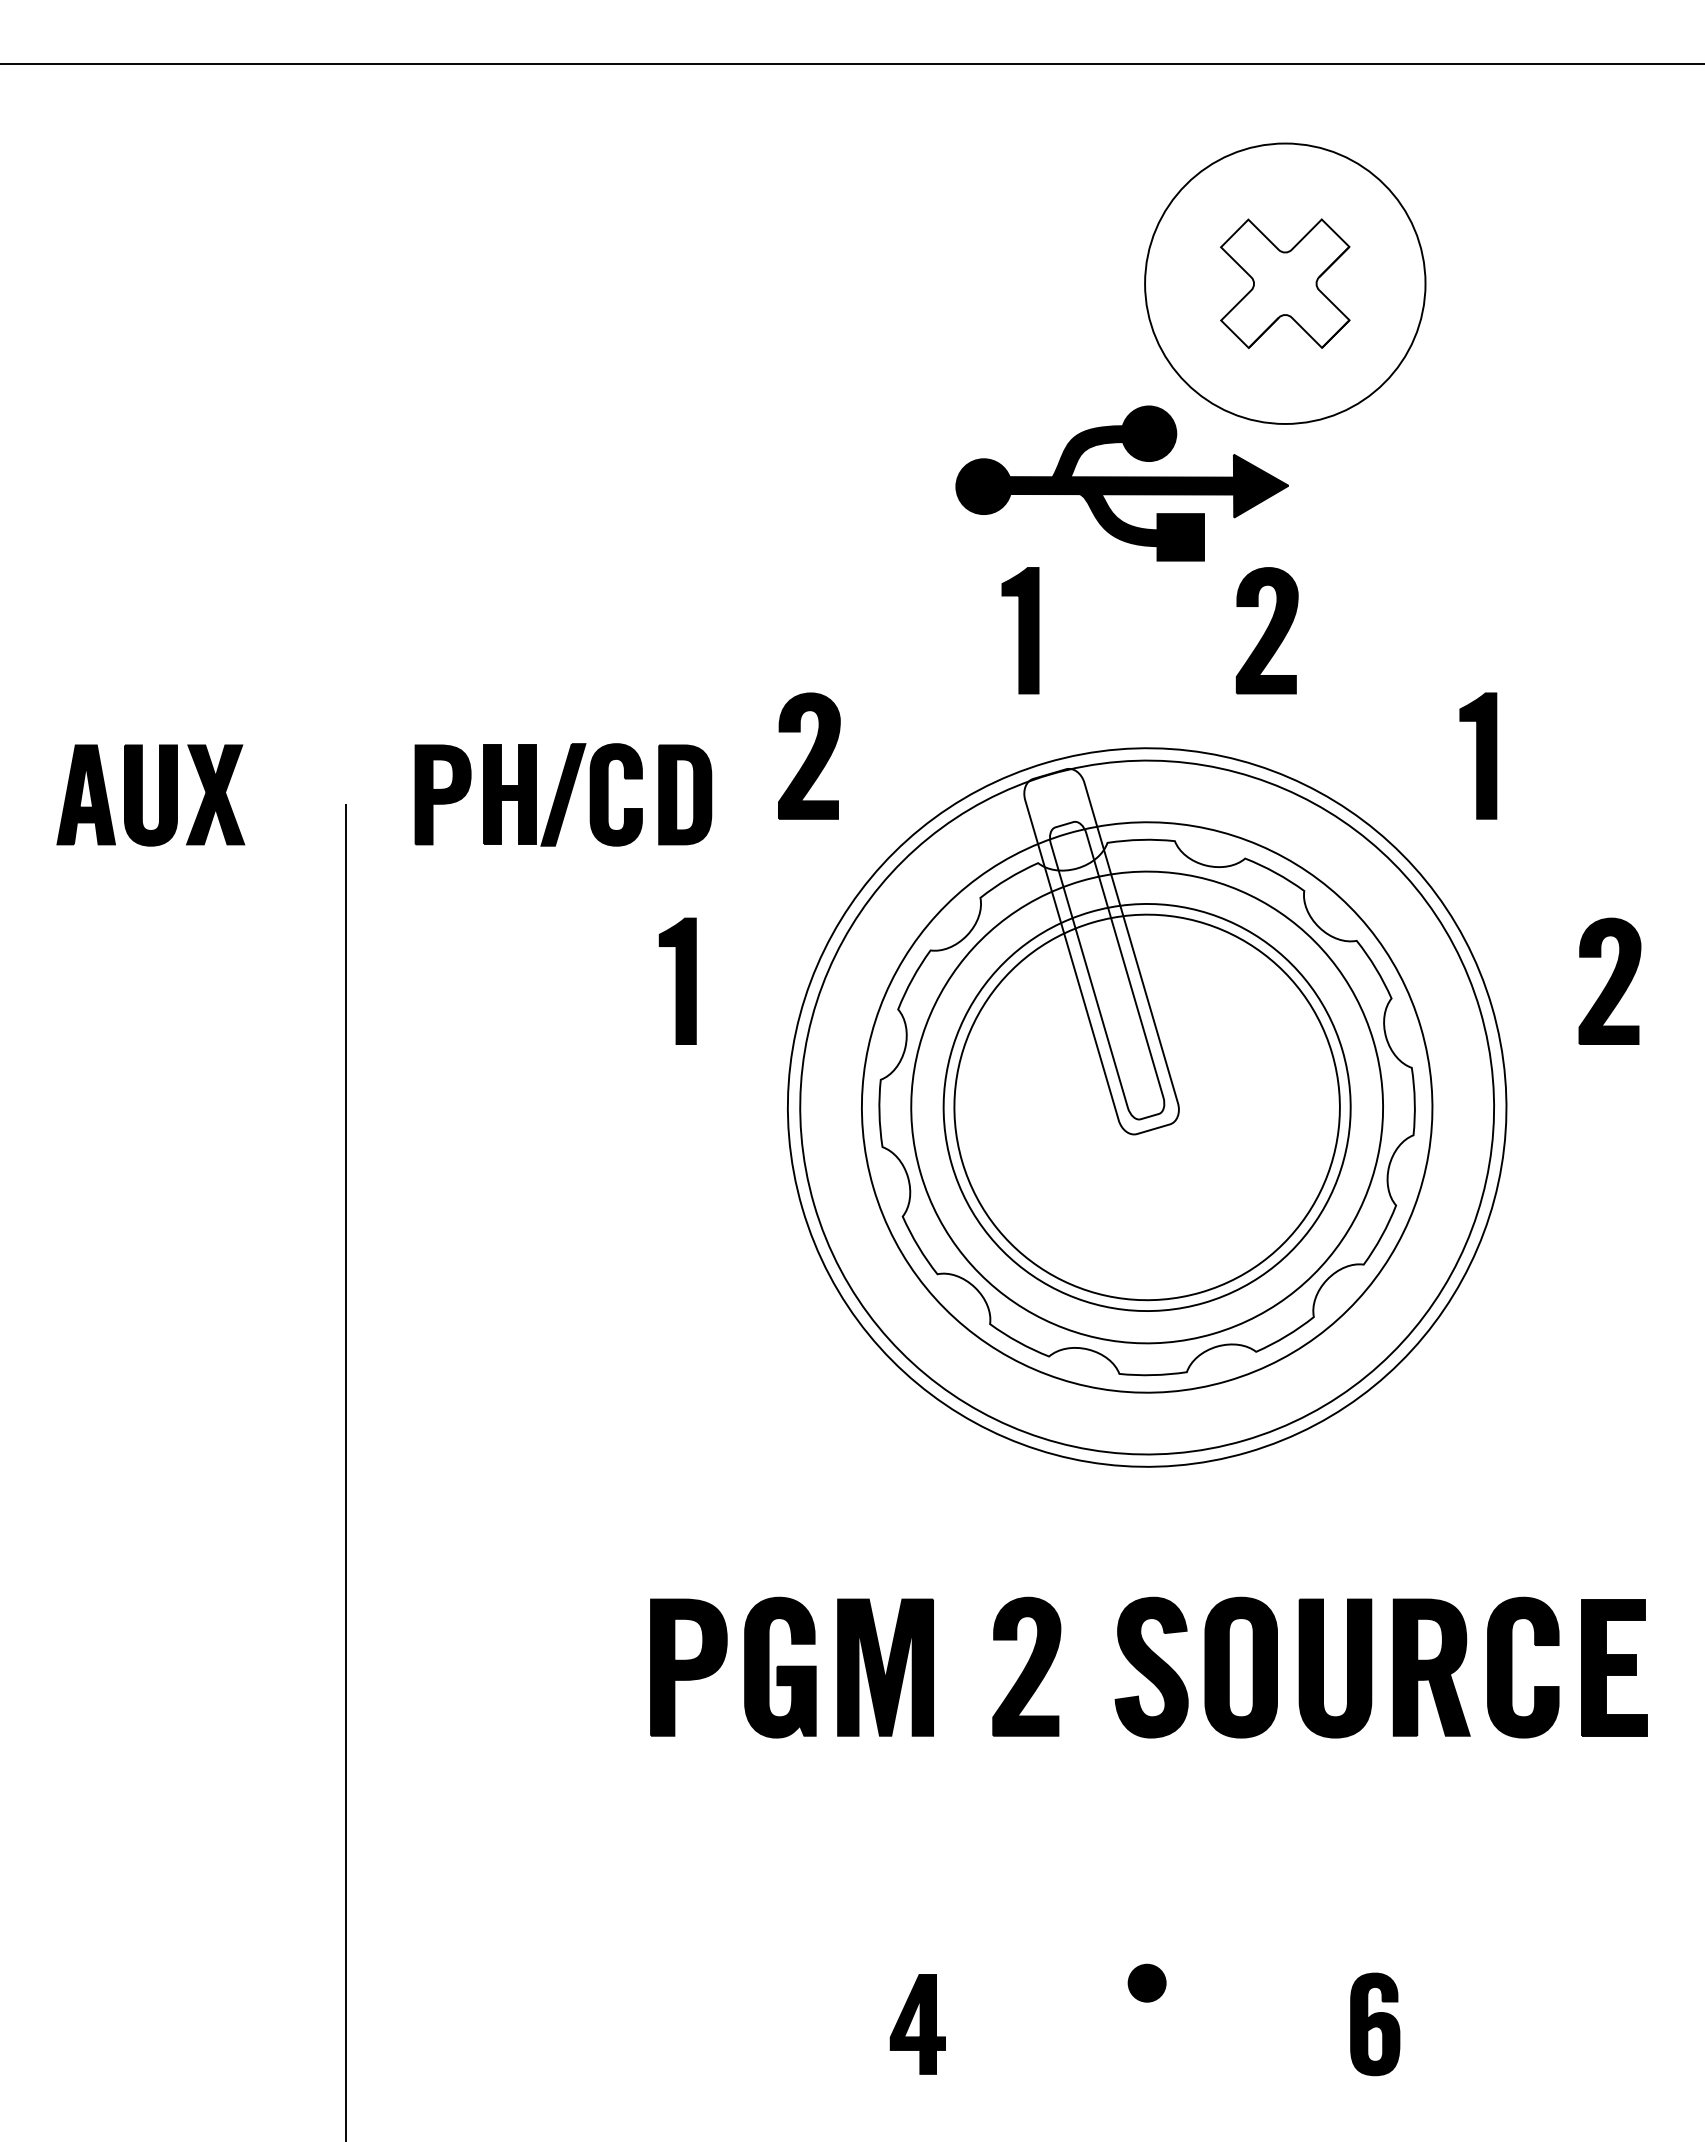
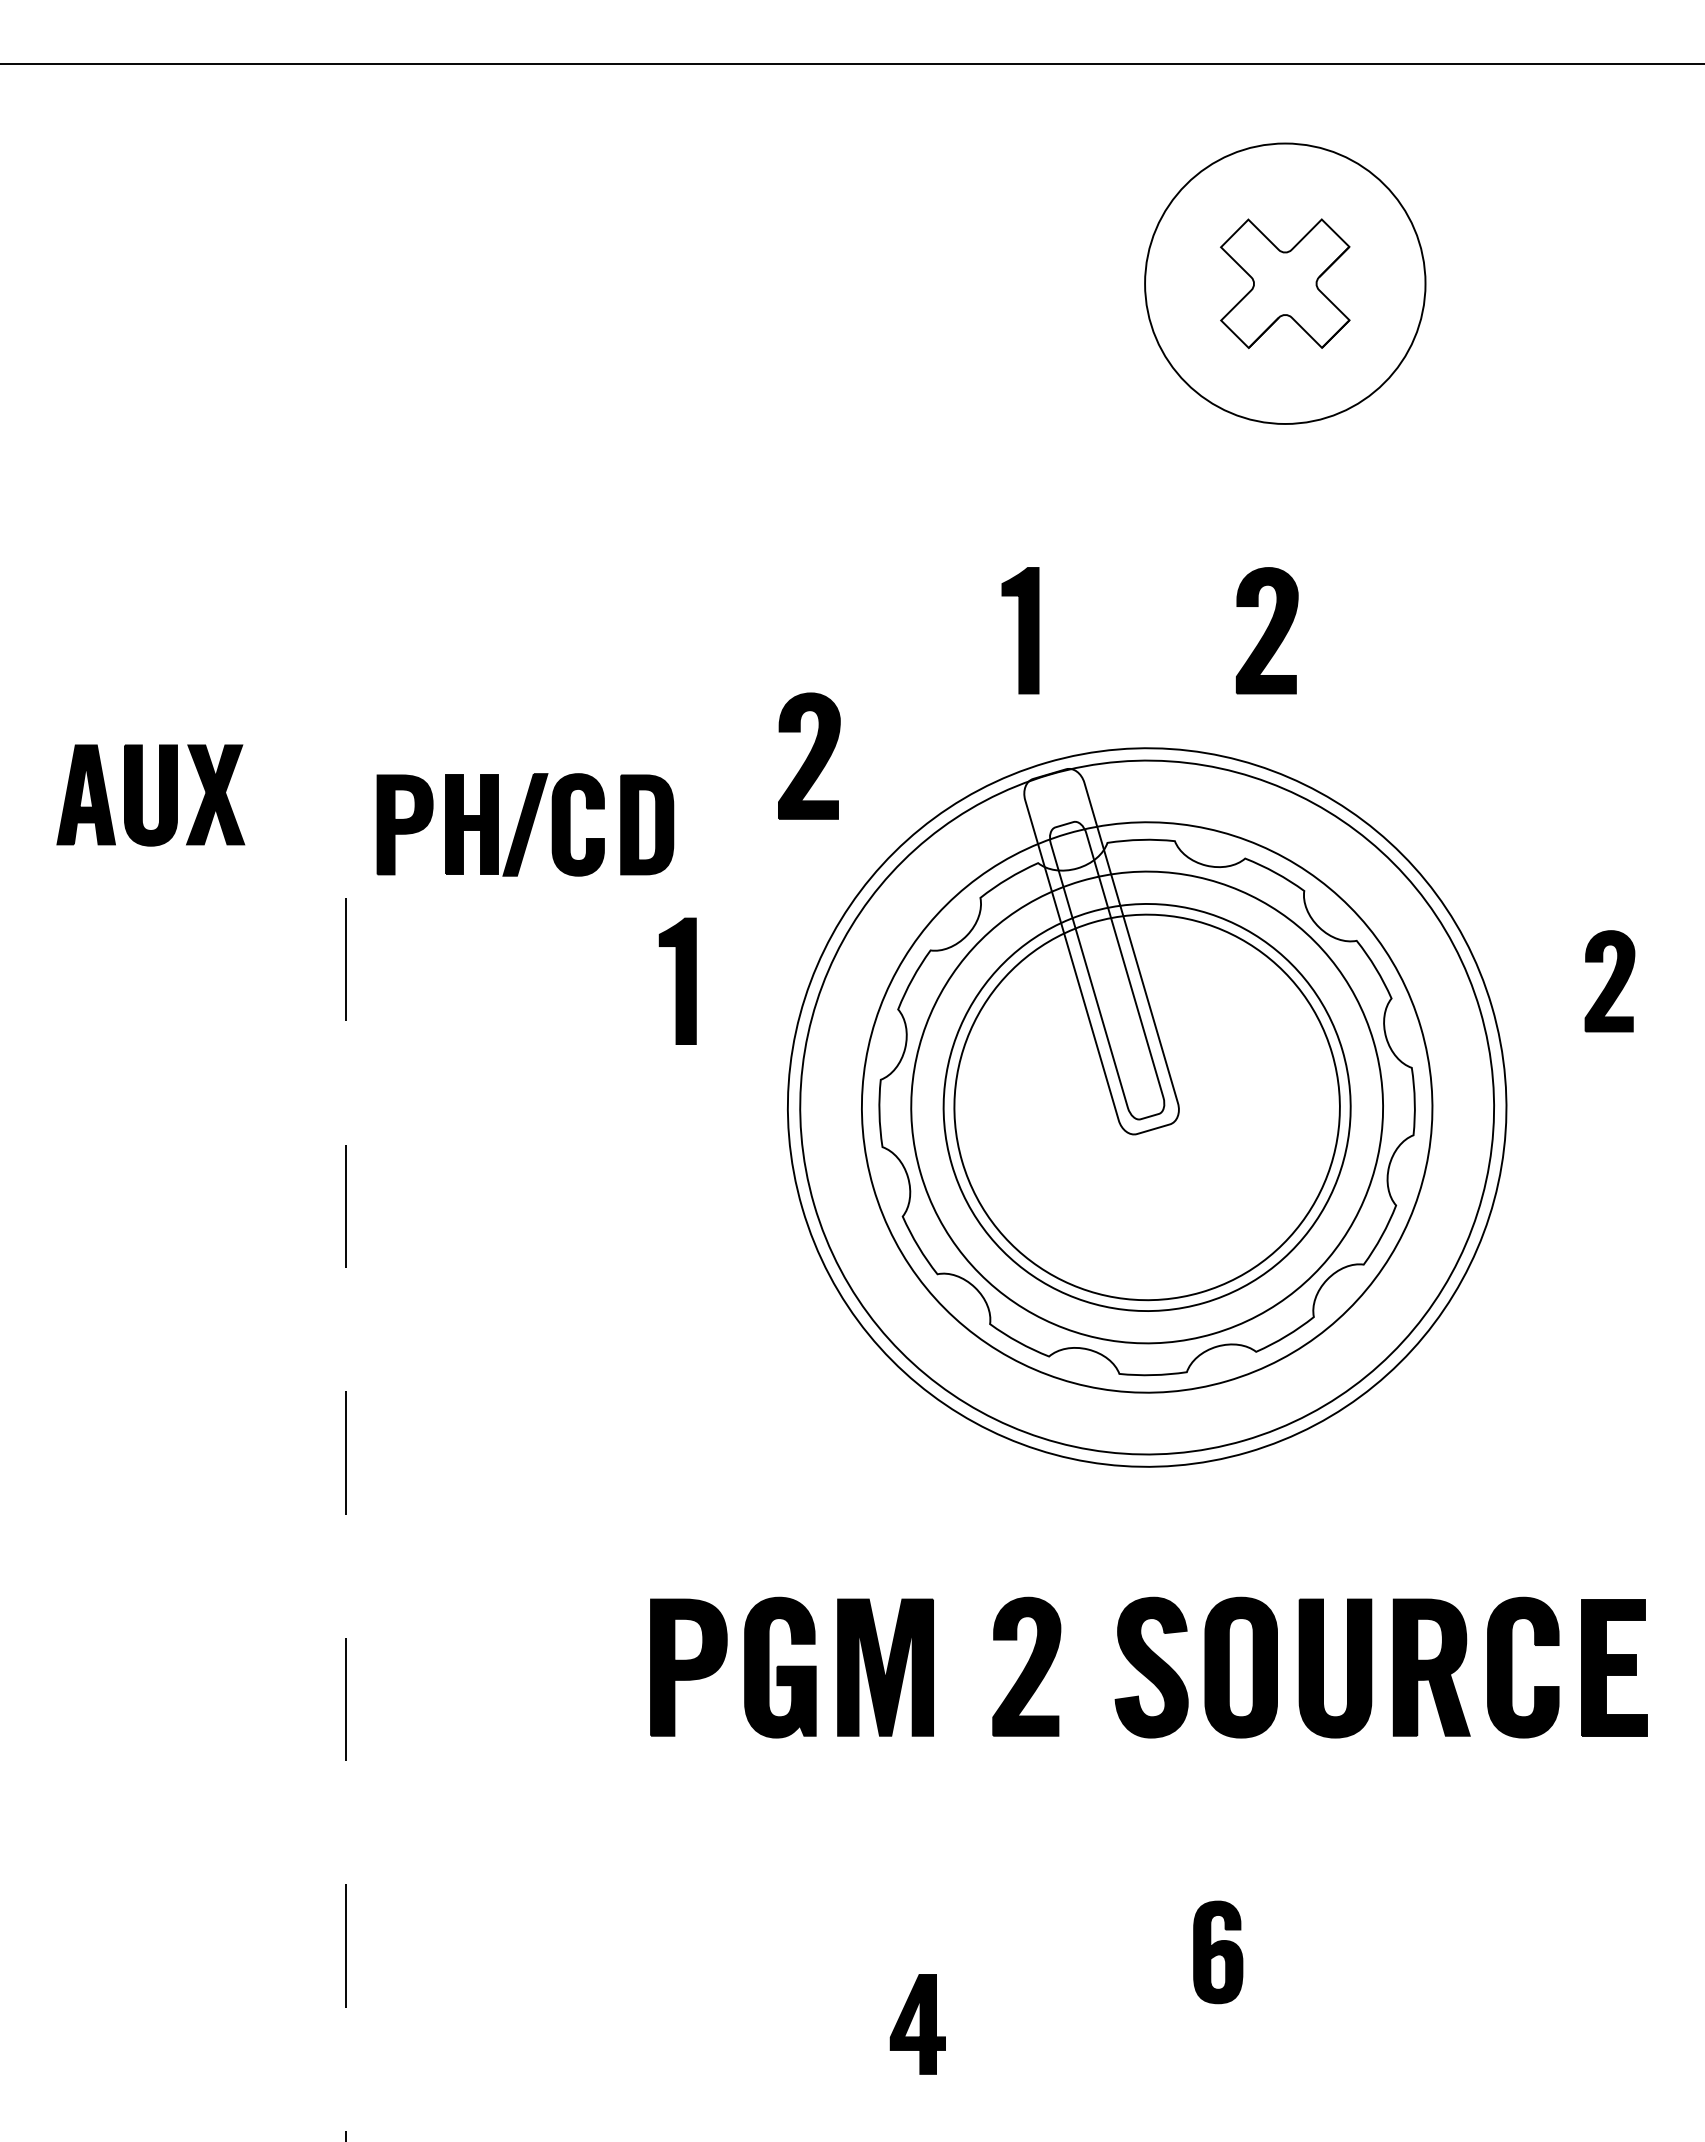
part at (1121, 483): present -> none
part at (1478, 755): present -> none
part at (563, 794) position: (563, 794) -> (525, 824)
part at (1609, 980) size: 64x128 px -> 52x103 px
line at (345, 1472): solid -> dashed
part at (1146, 1982): present -> none
part at (1375, 2024) position: (1375, 2024) -> (1218, 1952)
